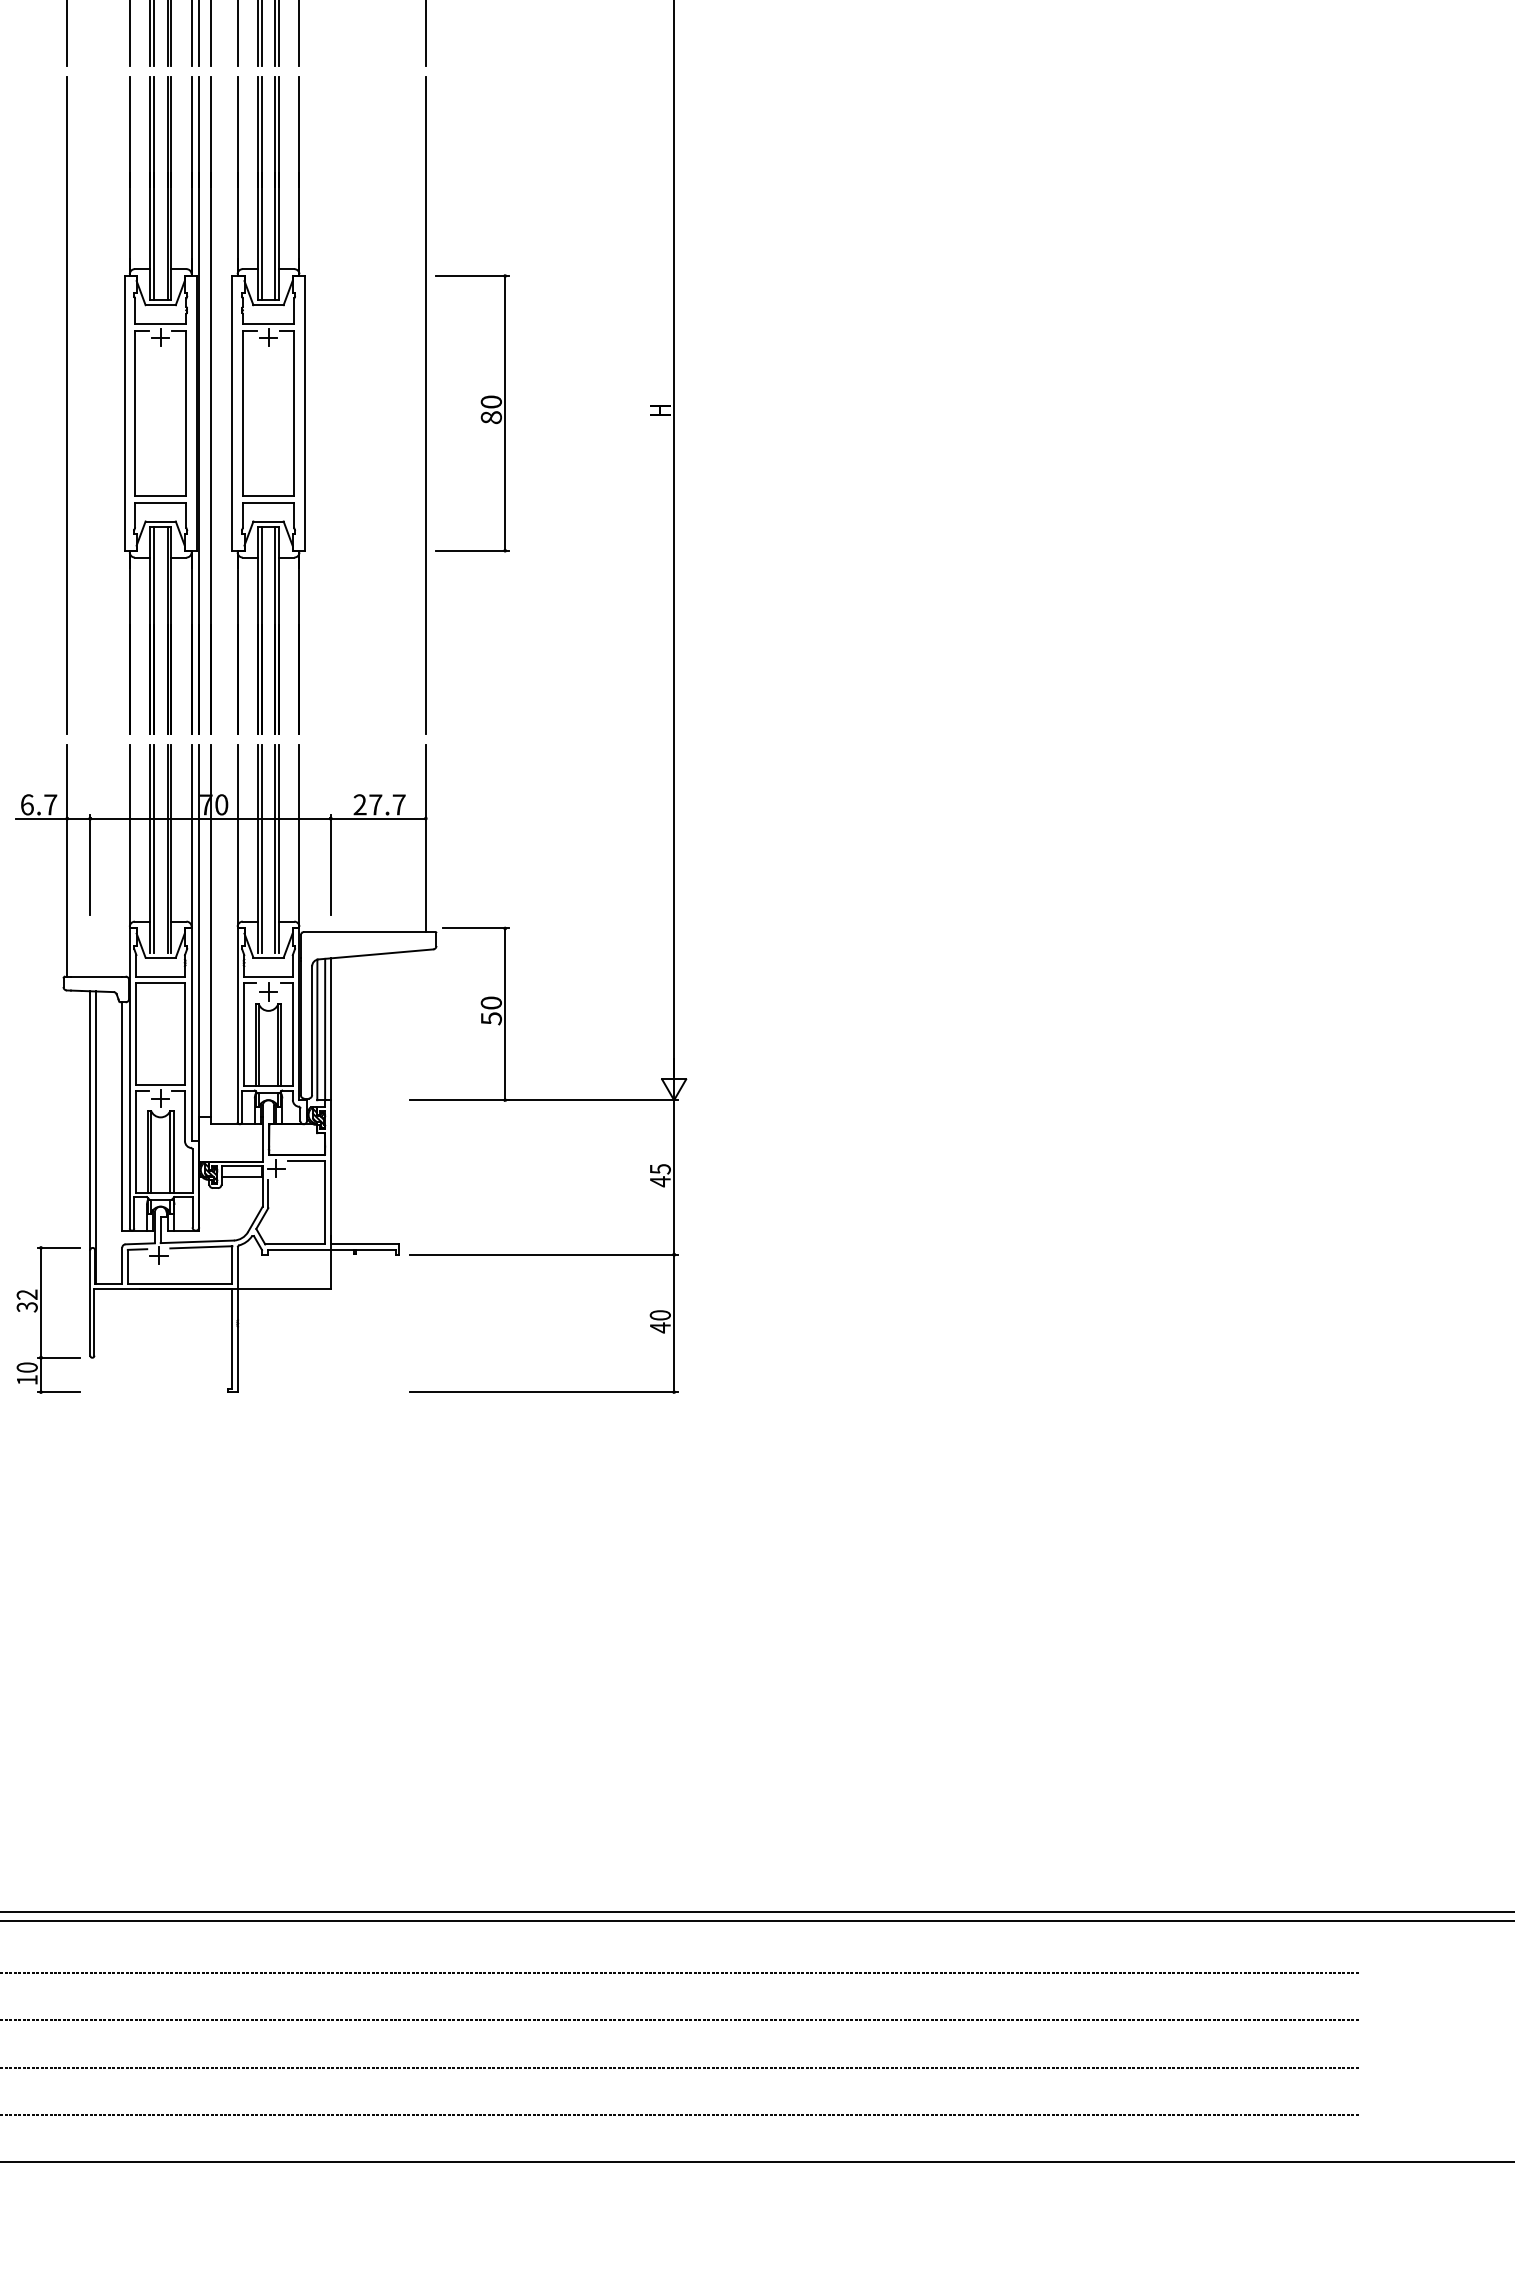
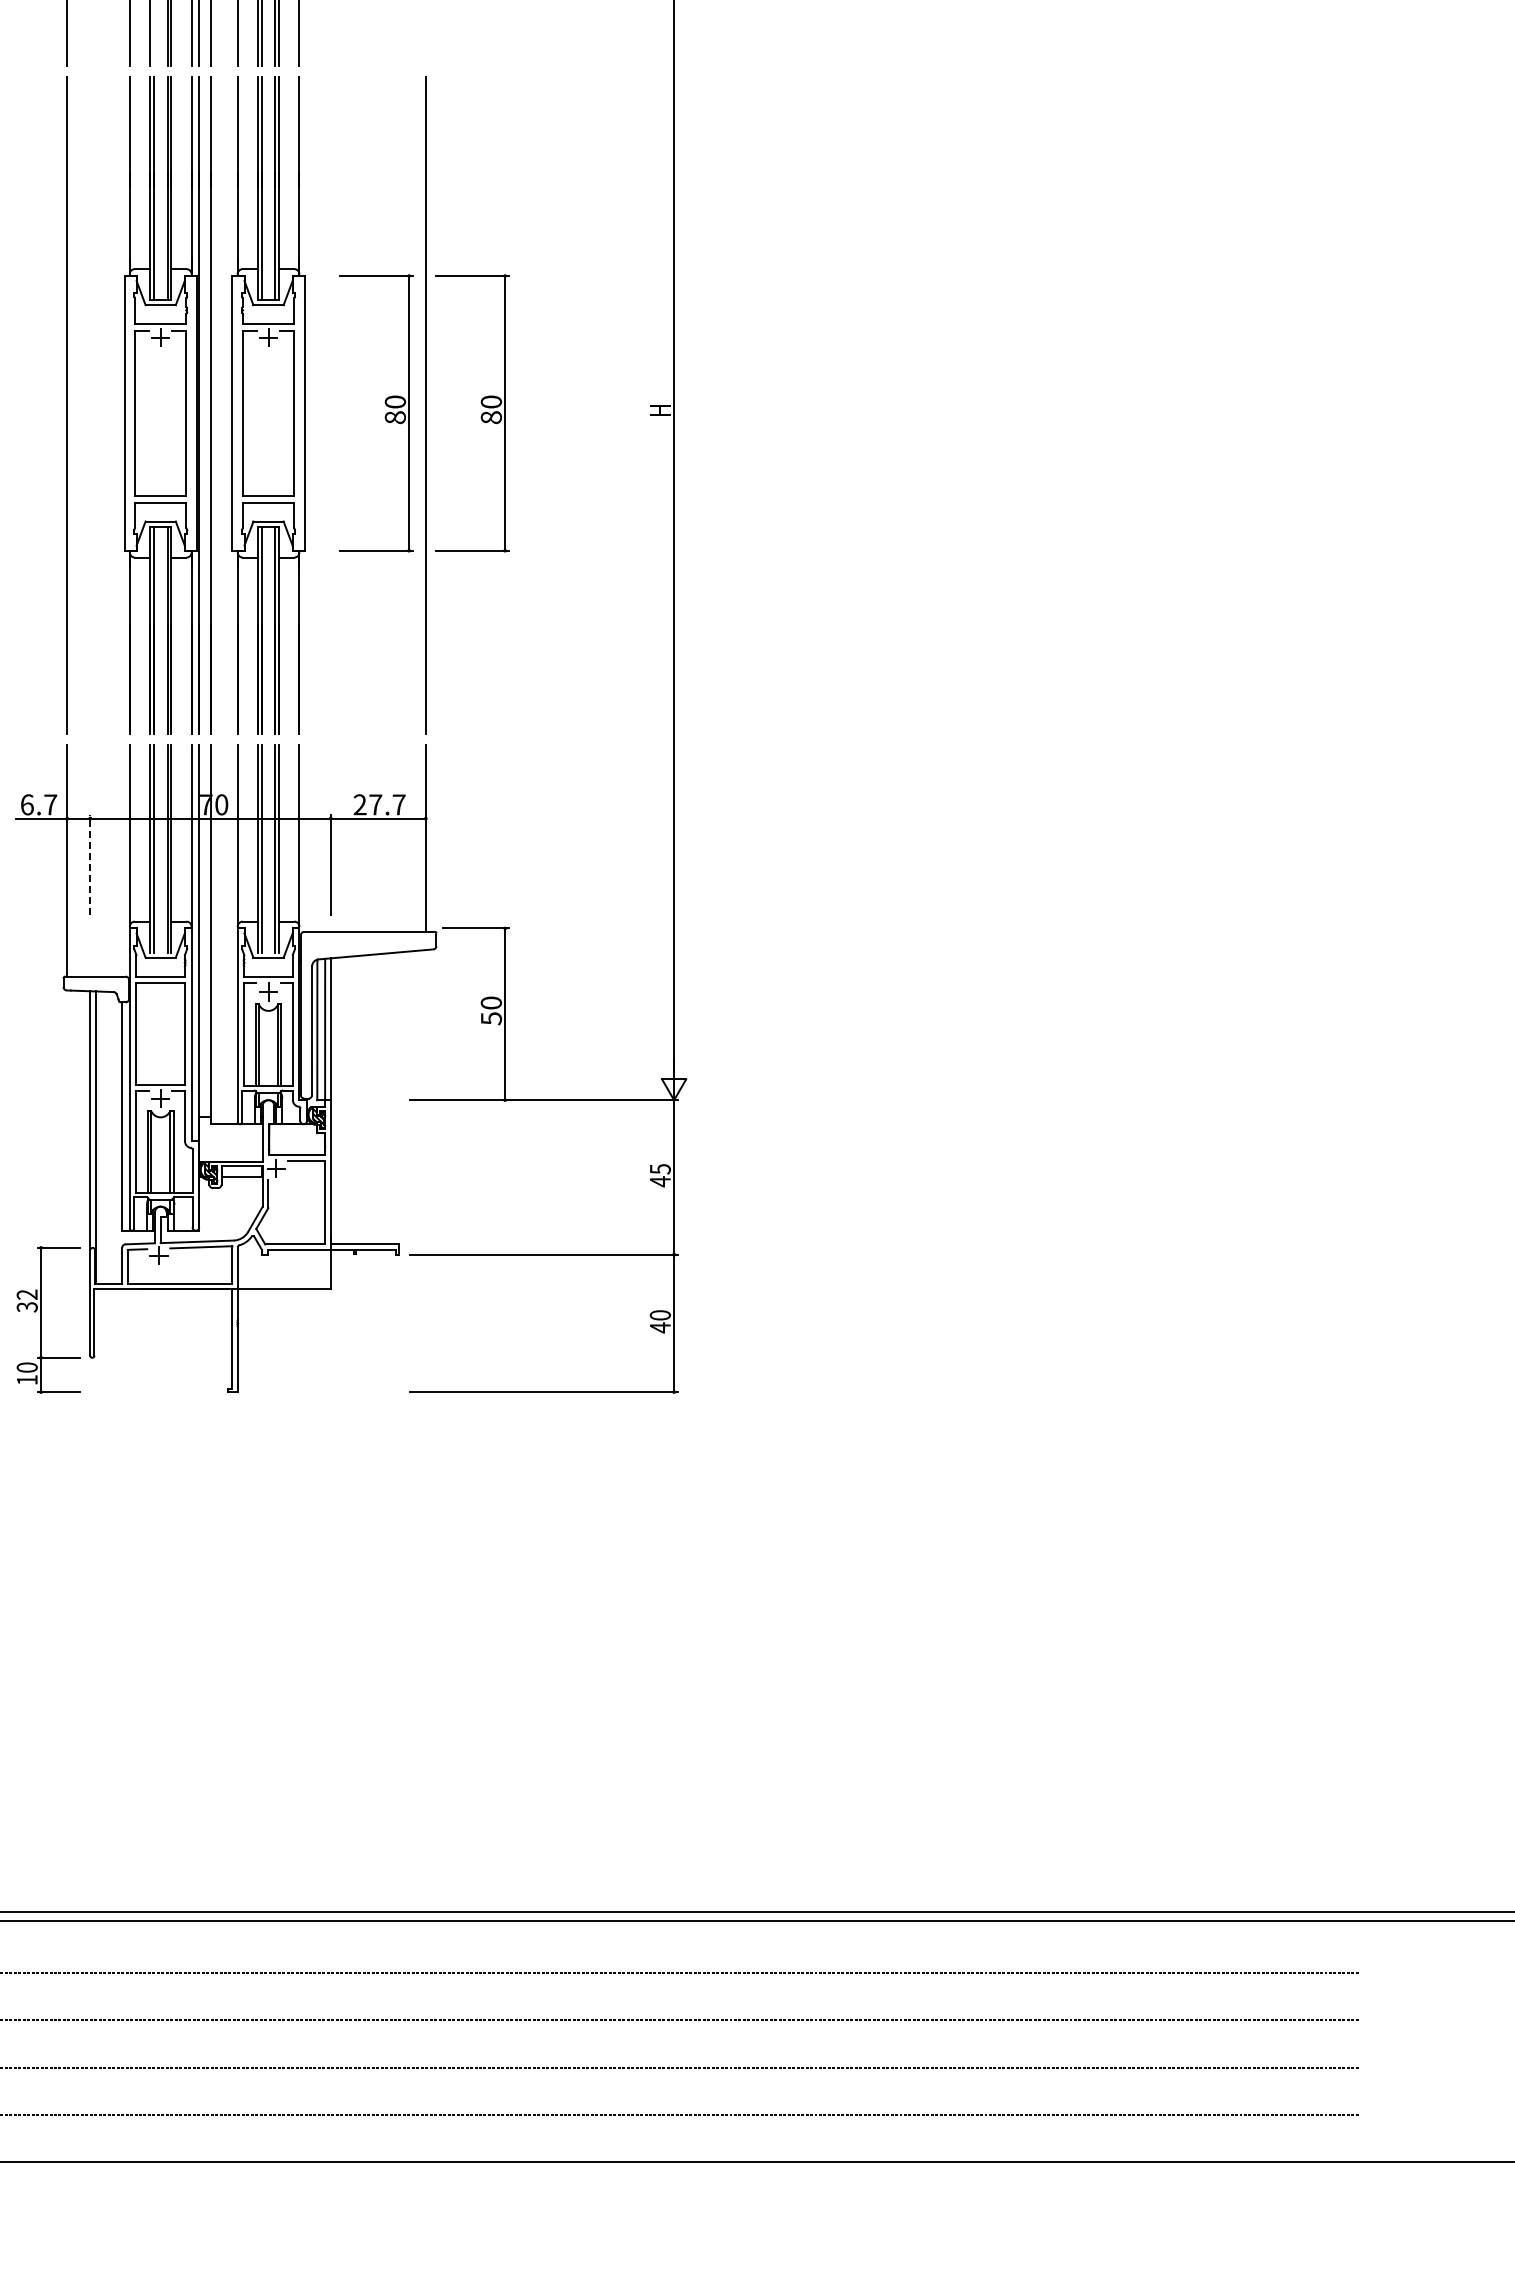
line at (153, 34): present -> none
line at (425, 34): present -> none
part at (384, 417): none -> present
line at (90, 864): solid -> dashed
